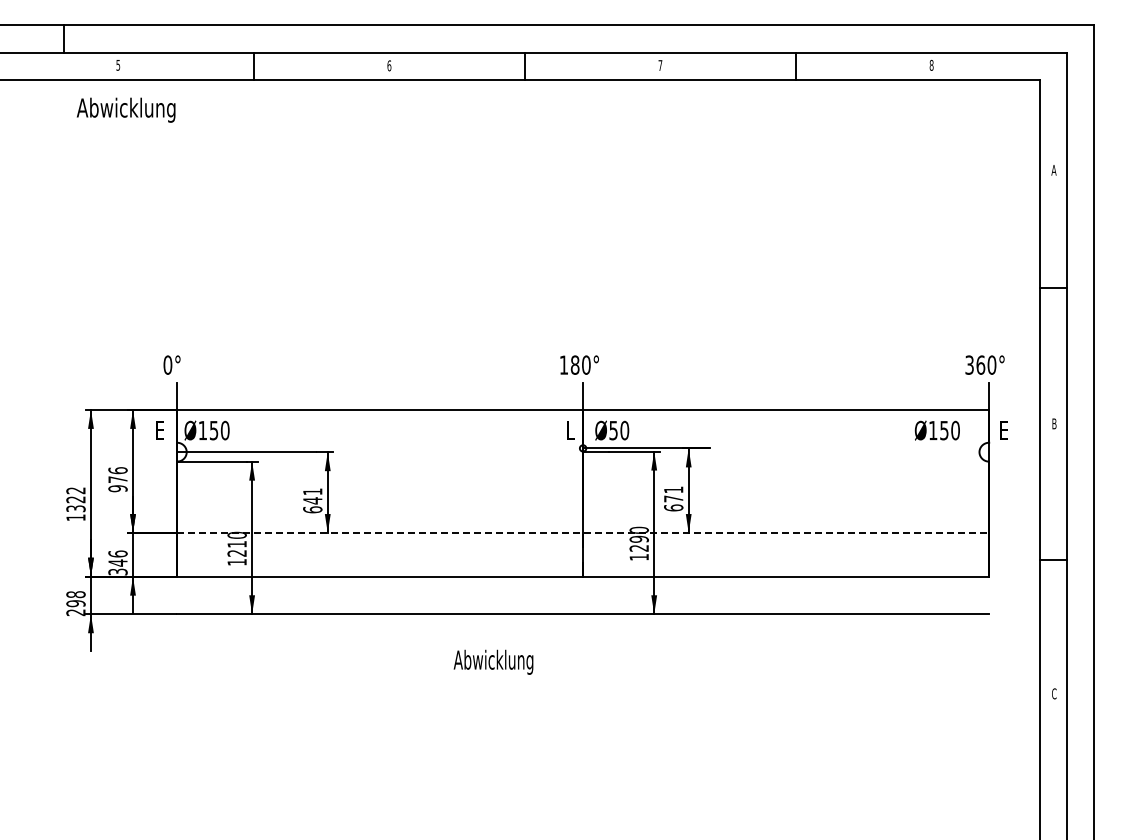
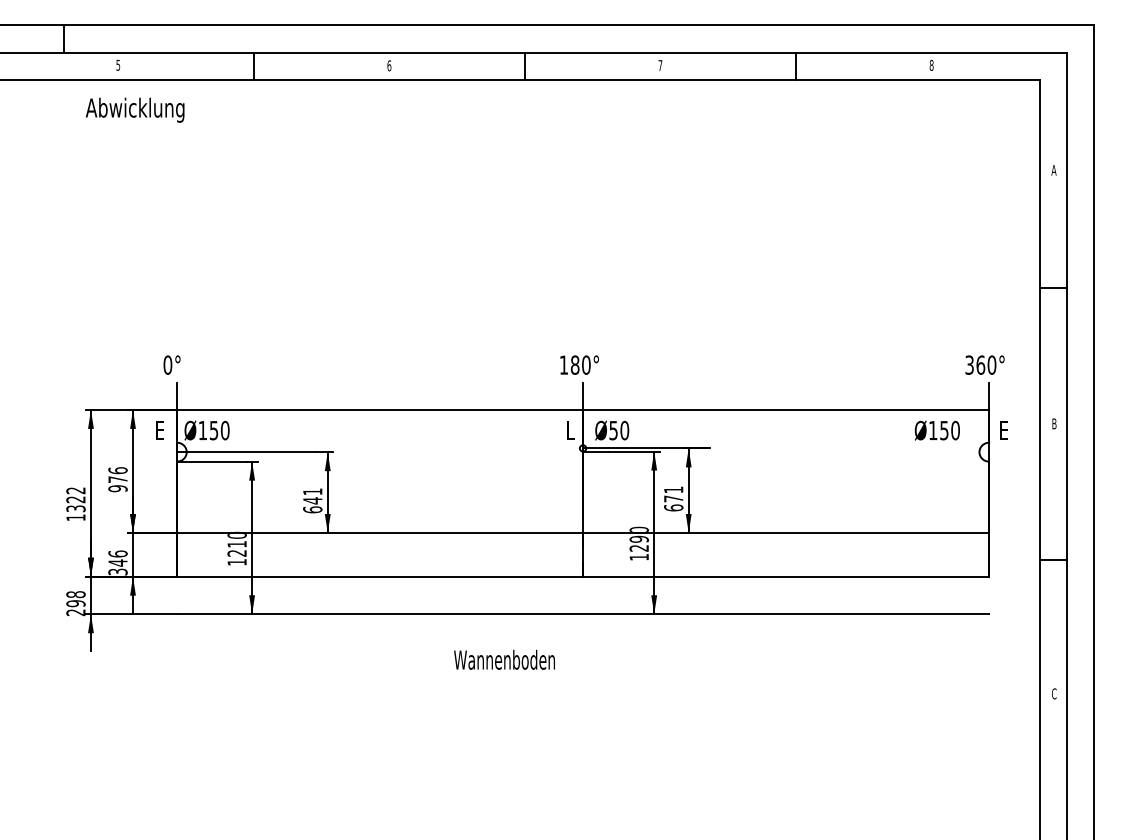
text at (125, 109) position: (125, 109) -> (134, 109)
line at (583, 533): dashed -> solid
text at (503, 661): Abwicklung -> Wannenboden
